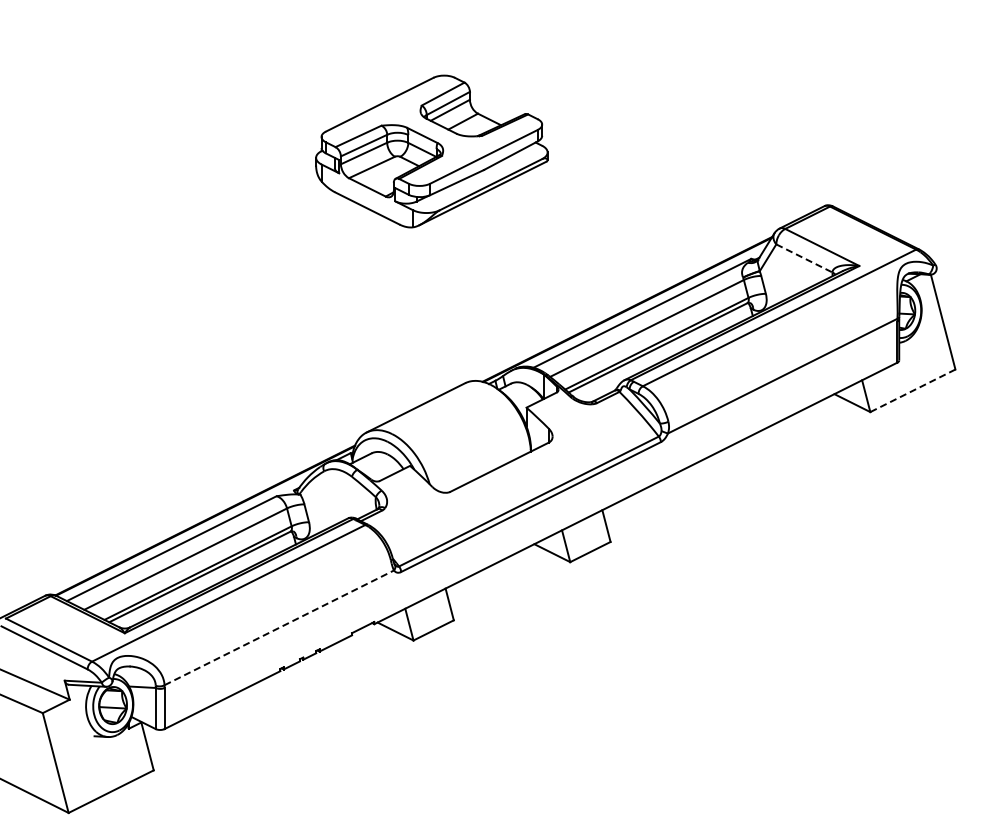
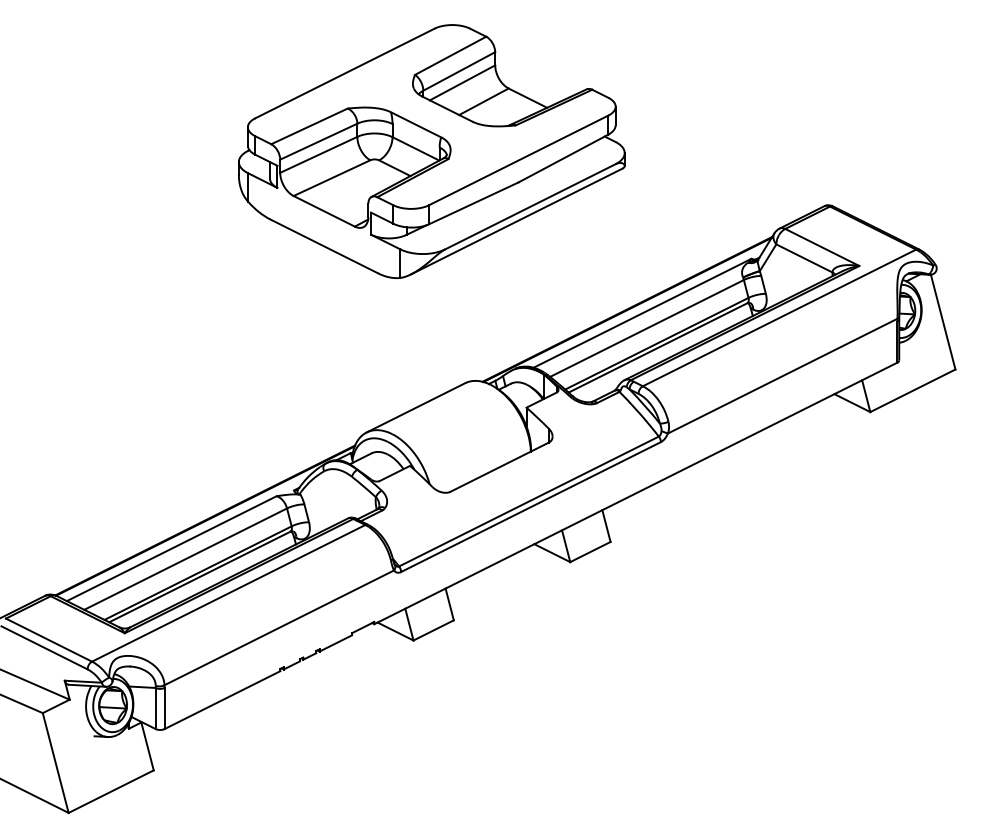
part at (431, 151) size: 234x155 px -> 388x255 px
line at (804, 258): dashed -> solid
line at (912, 390): dashed -> solid
line at (279, 627): dashed -> solid
